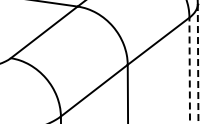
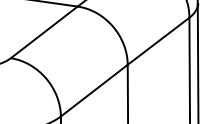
line at (198, 63): dashed -> solid
line at (189, 70): dashed -> solid
